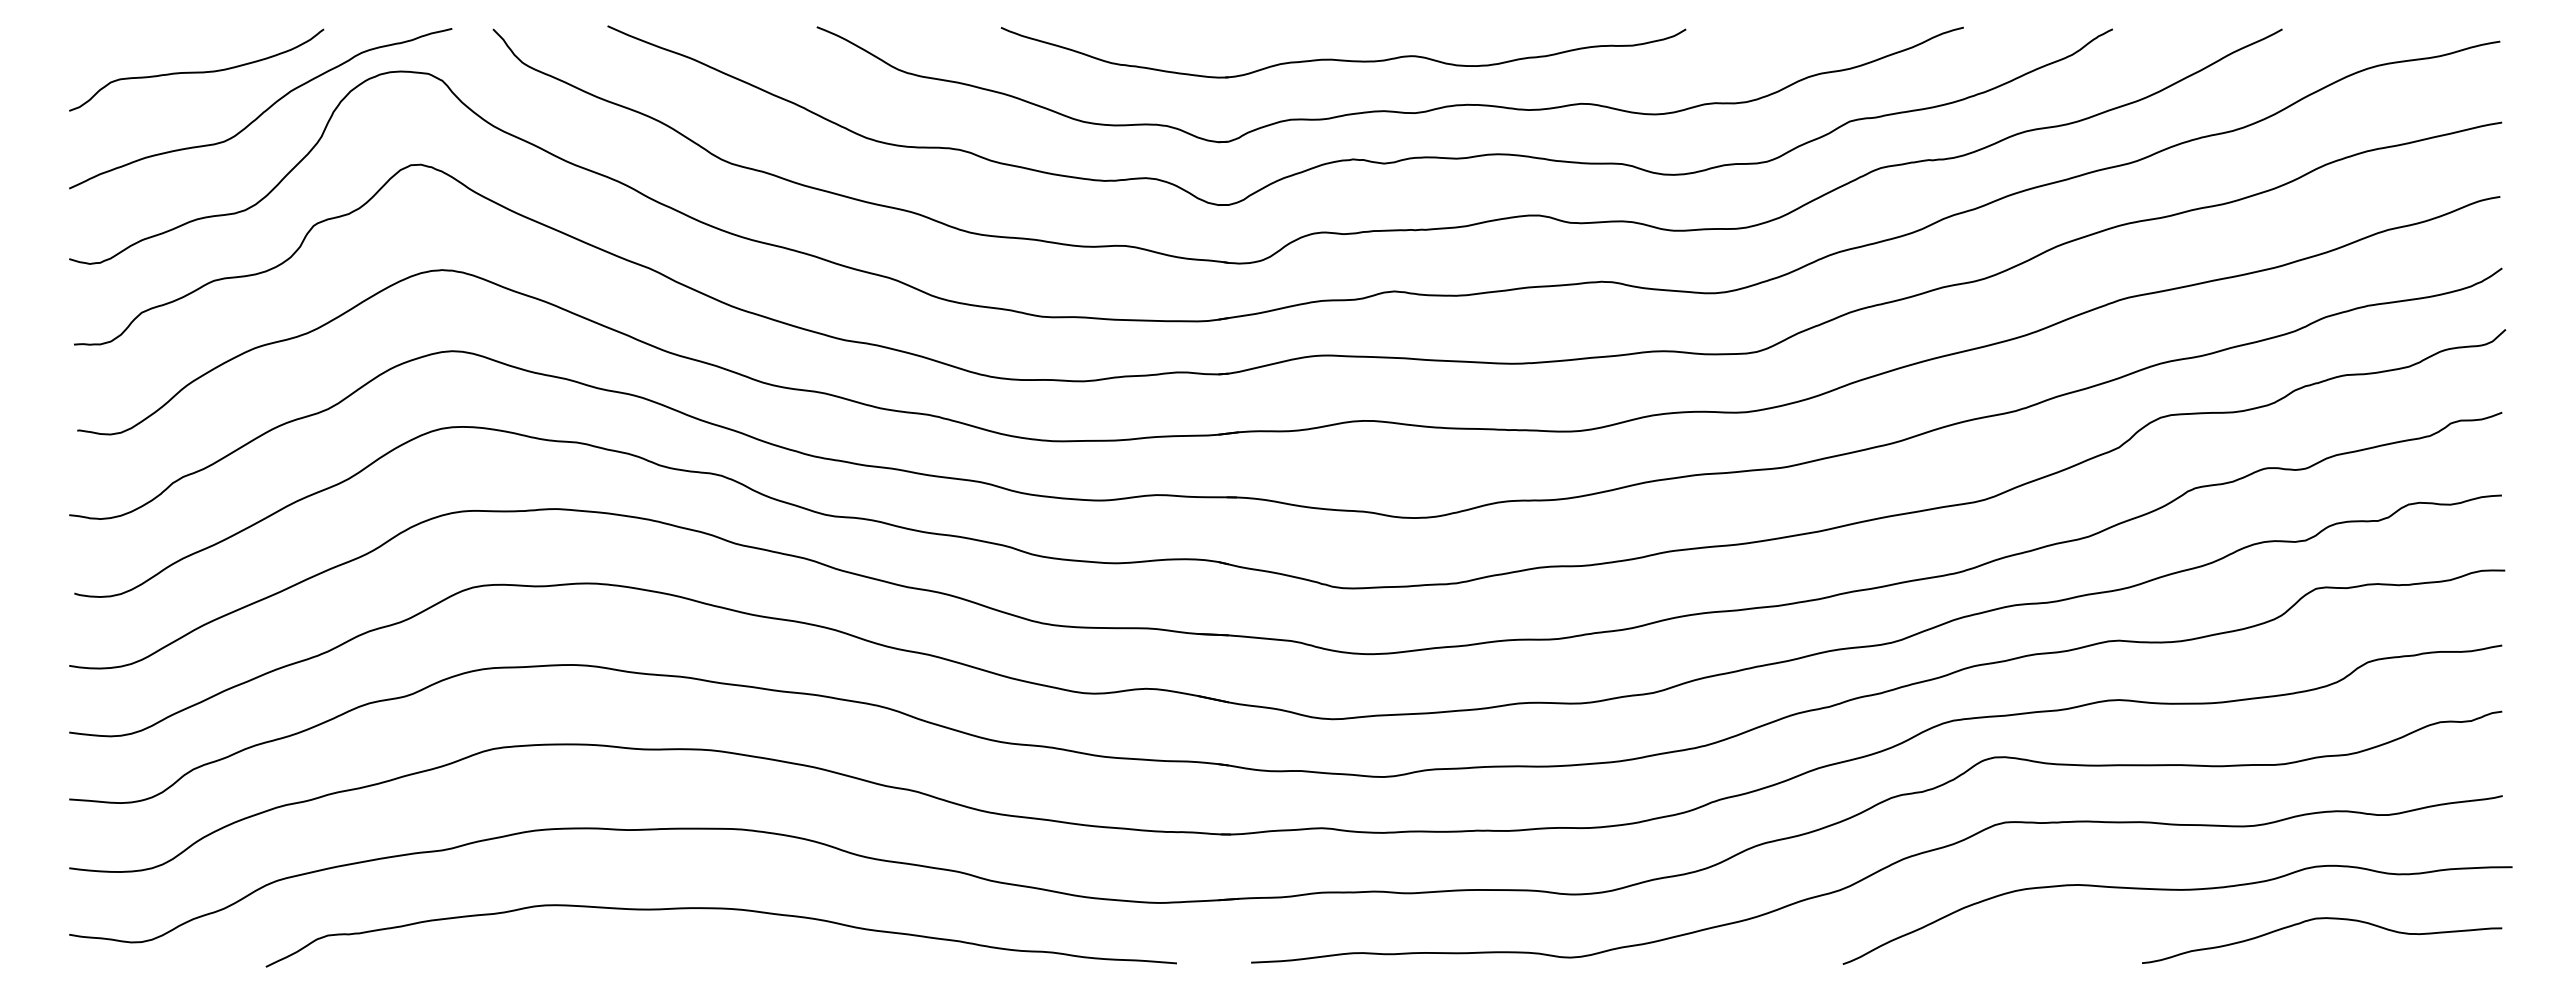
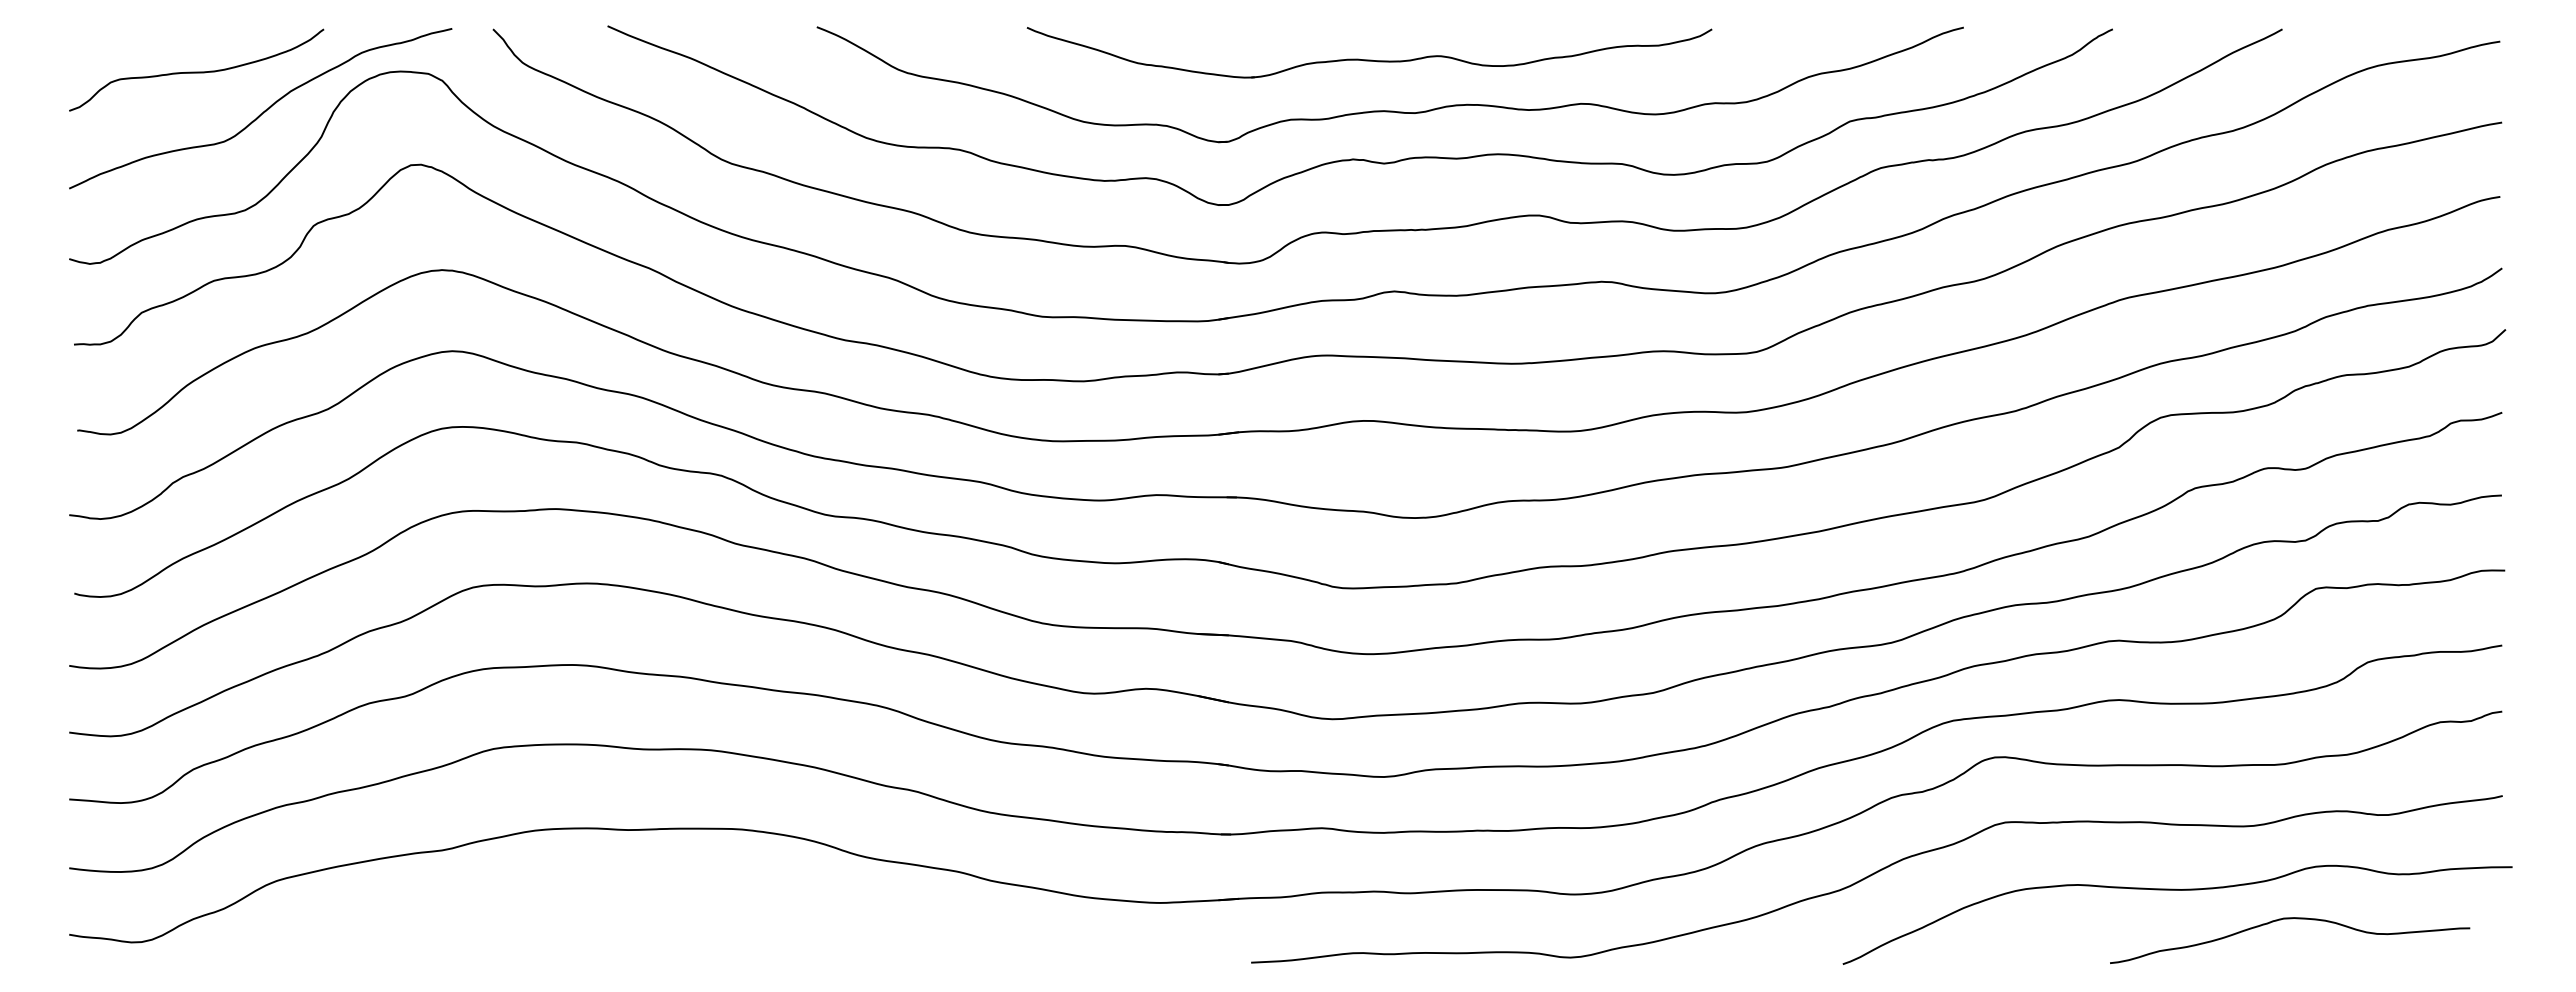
part at (1343, 59) position: (1343, 59) -> (1369, 59)
curve at (720, 909): present -> none
curve at (2322, 919) position: (2322, 919) -> (2290, 919)
